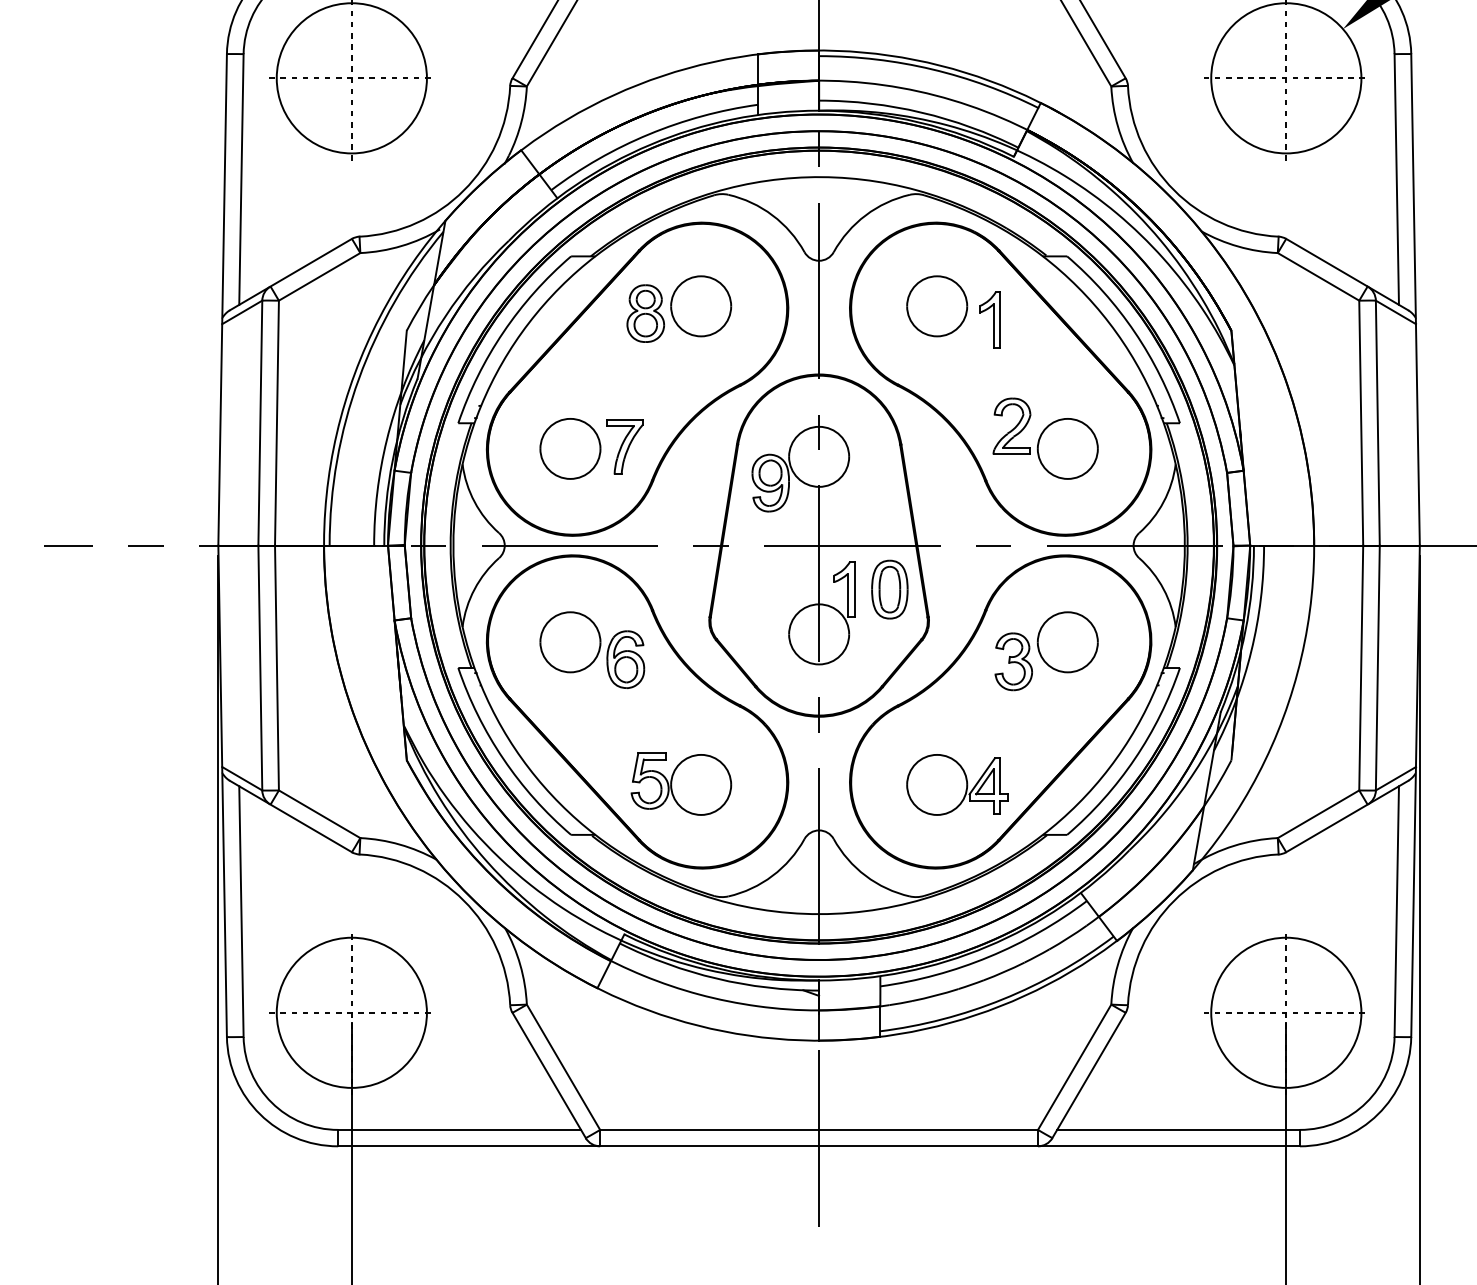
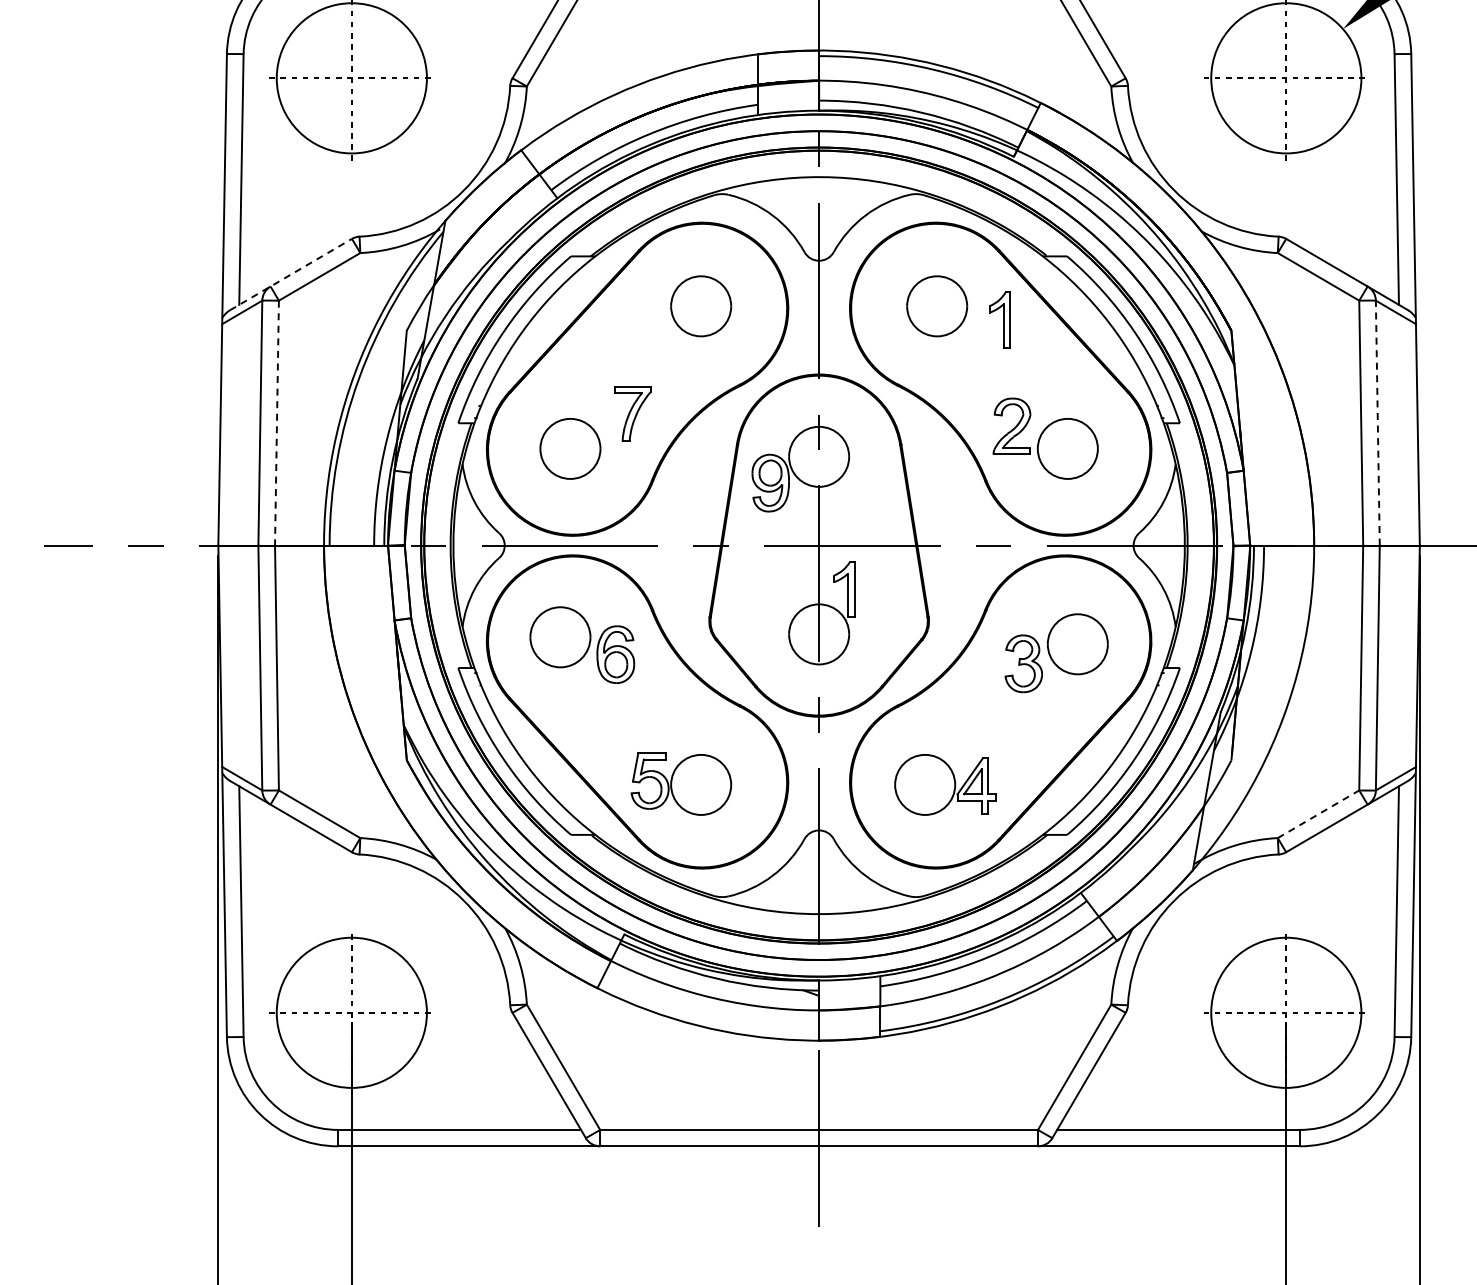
line at (290, 274): solid -> dashed
part at (645, 313): present -> none
part at (989, 319) position: (989, 319) -> (999, 319)
line at (1377, 422): solid -> dashed
line at (276, 423): solid -> dashed
part at (624, 446) position: (624, 446) -> (632, 413)
part at (889, 589): present -> none
part at (592, 650) position: (592, 650) -> (582, 645)
part at (1046, 651) position: (1046, 651) -> (1056, 653)
part at (957, 784) position: (957, 784) -> (945, 784)
line at (1318, 814): solid -> dashed
